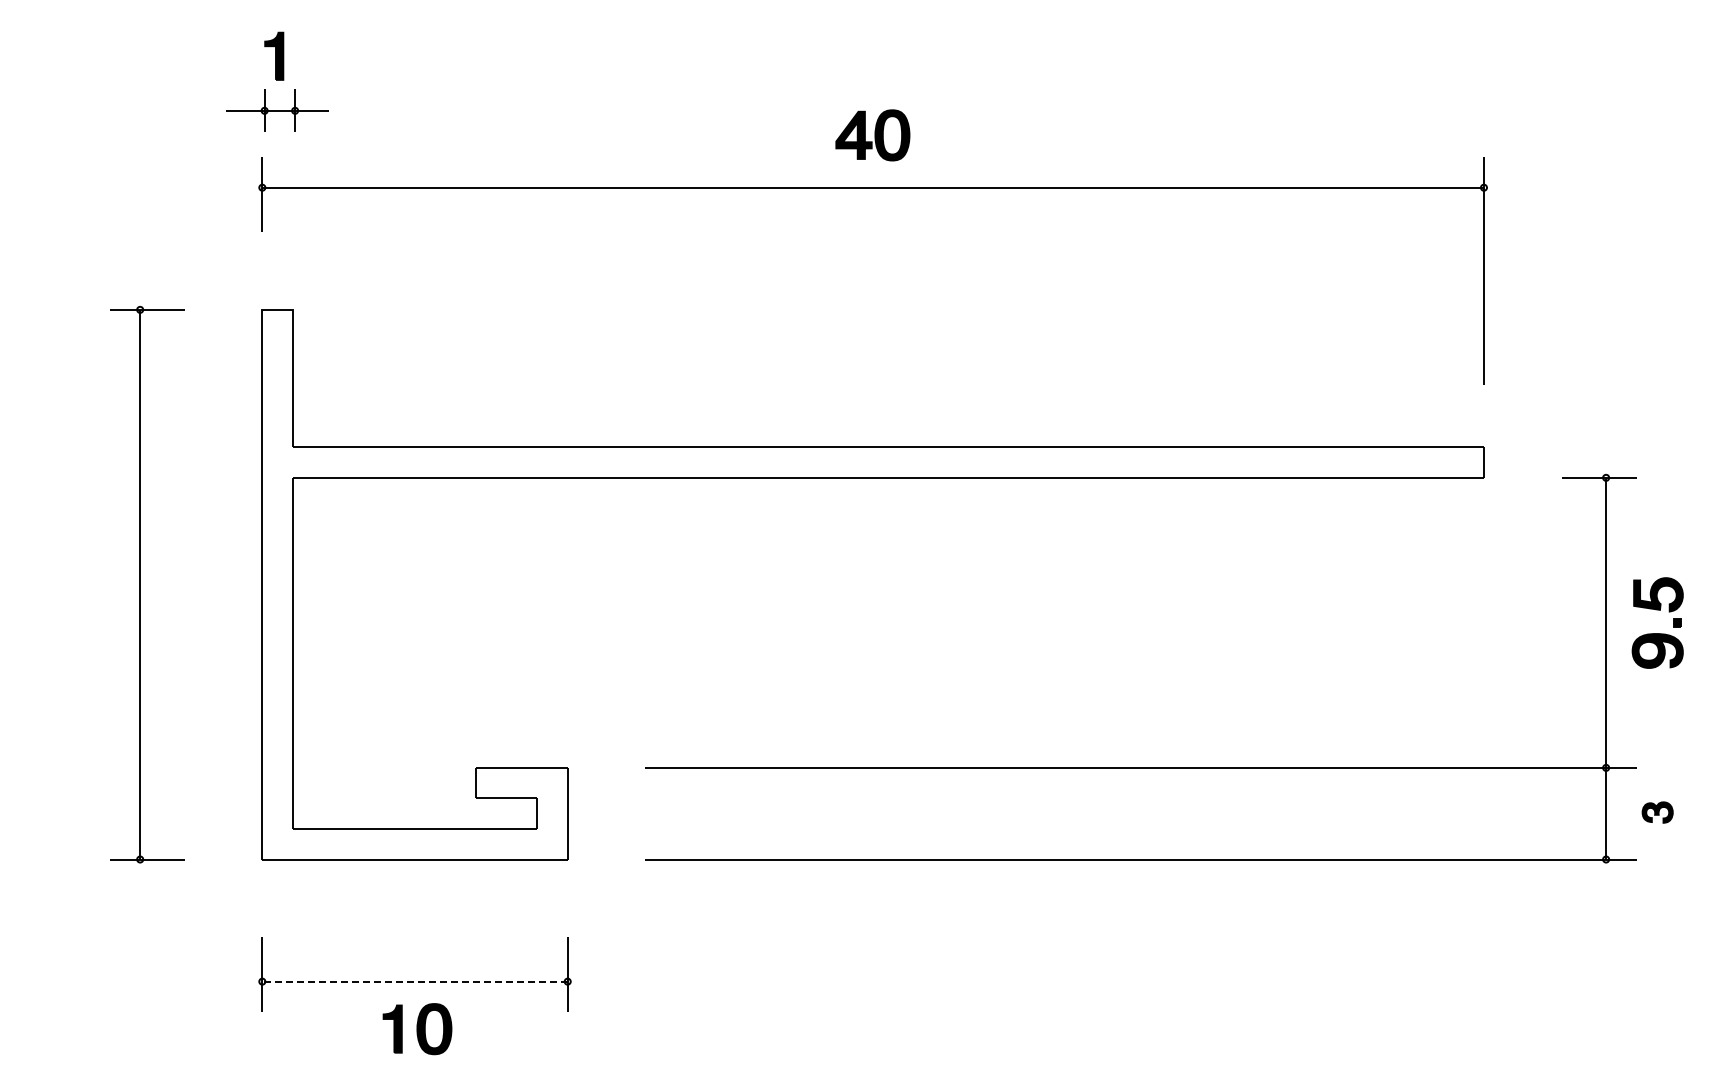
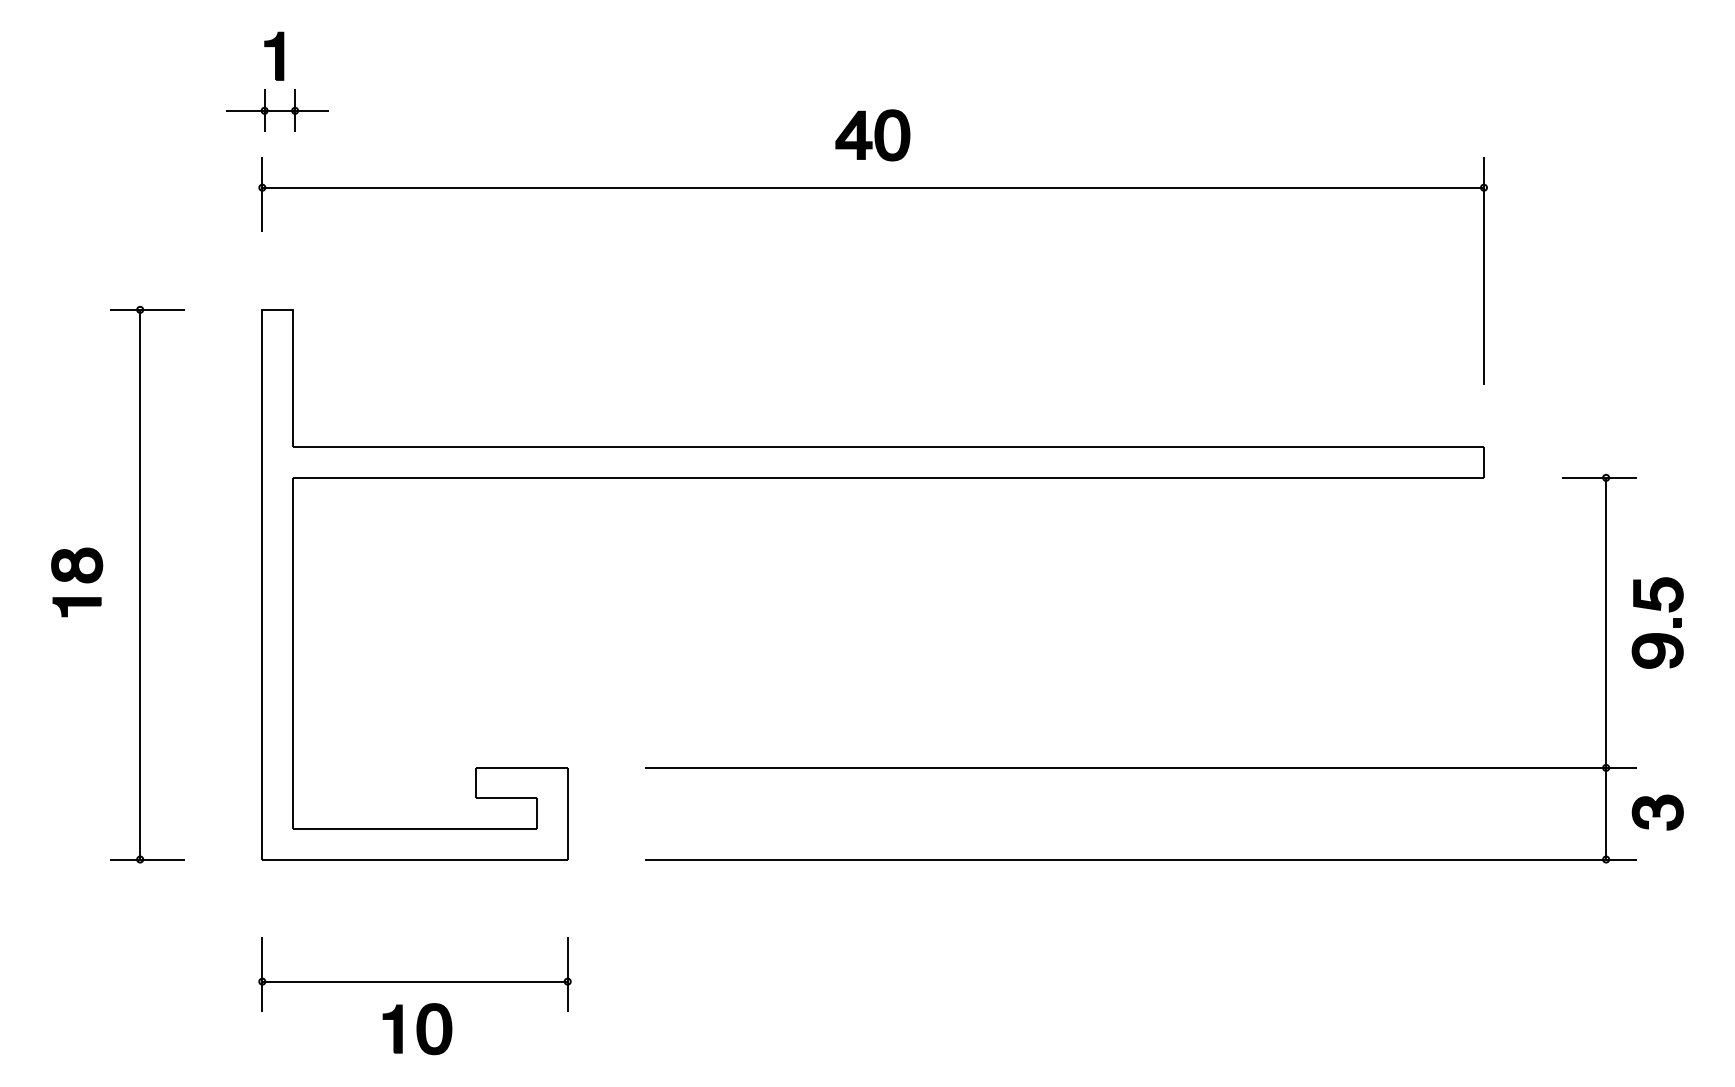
part at (77, 582): none -> present
part at (1657, 812) size: 33x23 px -> 53x37 px
line at (415, 981): dashed -> solid
